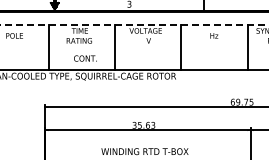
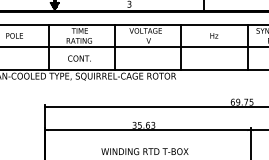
line at (135, 24): dashed -> solid
line at (133, 47): none -> present
text at (85, 58) position: (85, 58) -> (79, 58)
